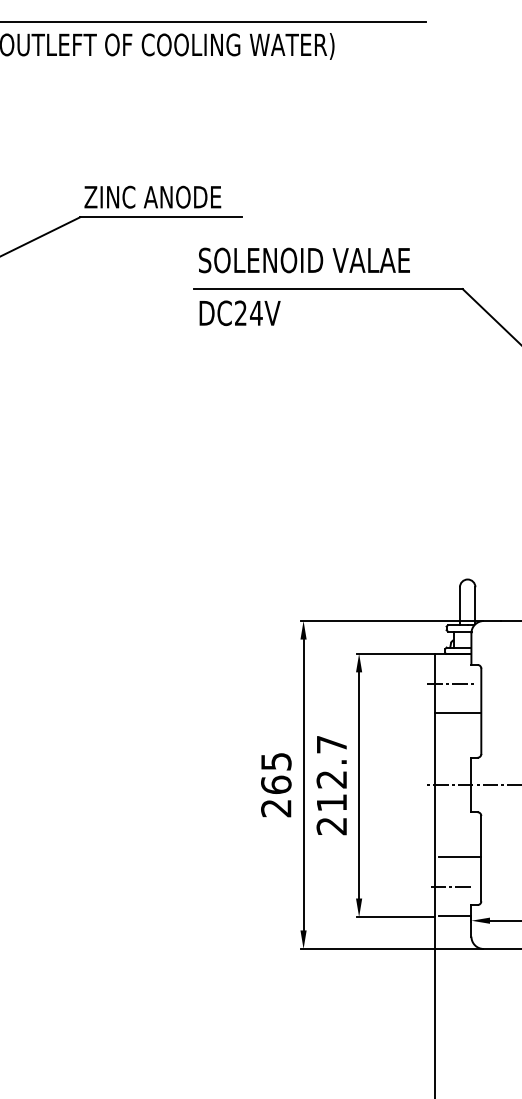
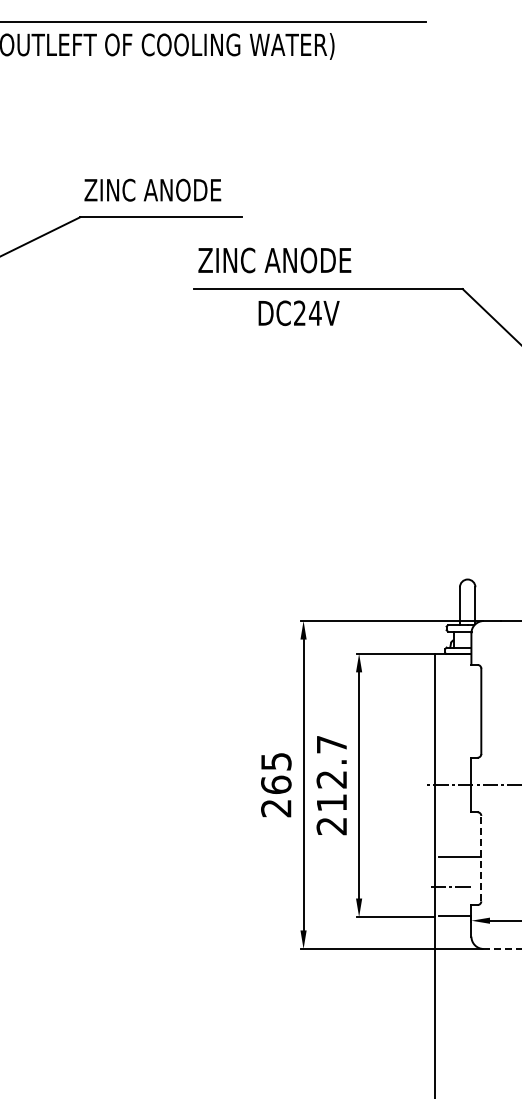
text at (152, 196) position: (152, 196) -> (152, 189)
text at (303, 260): SOLENOID VALAE -> ZINC ANODE
text at (239, 312) position: (239, 312) -> (298, 312)
line at (450, 683): present -> none
line at (457, 713): present -> none
line at (481, 858): solid -> dashed
line at (502, 949): solid -> dashed
